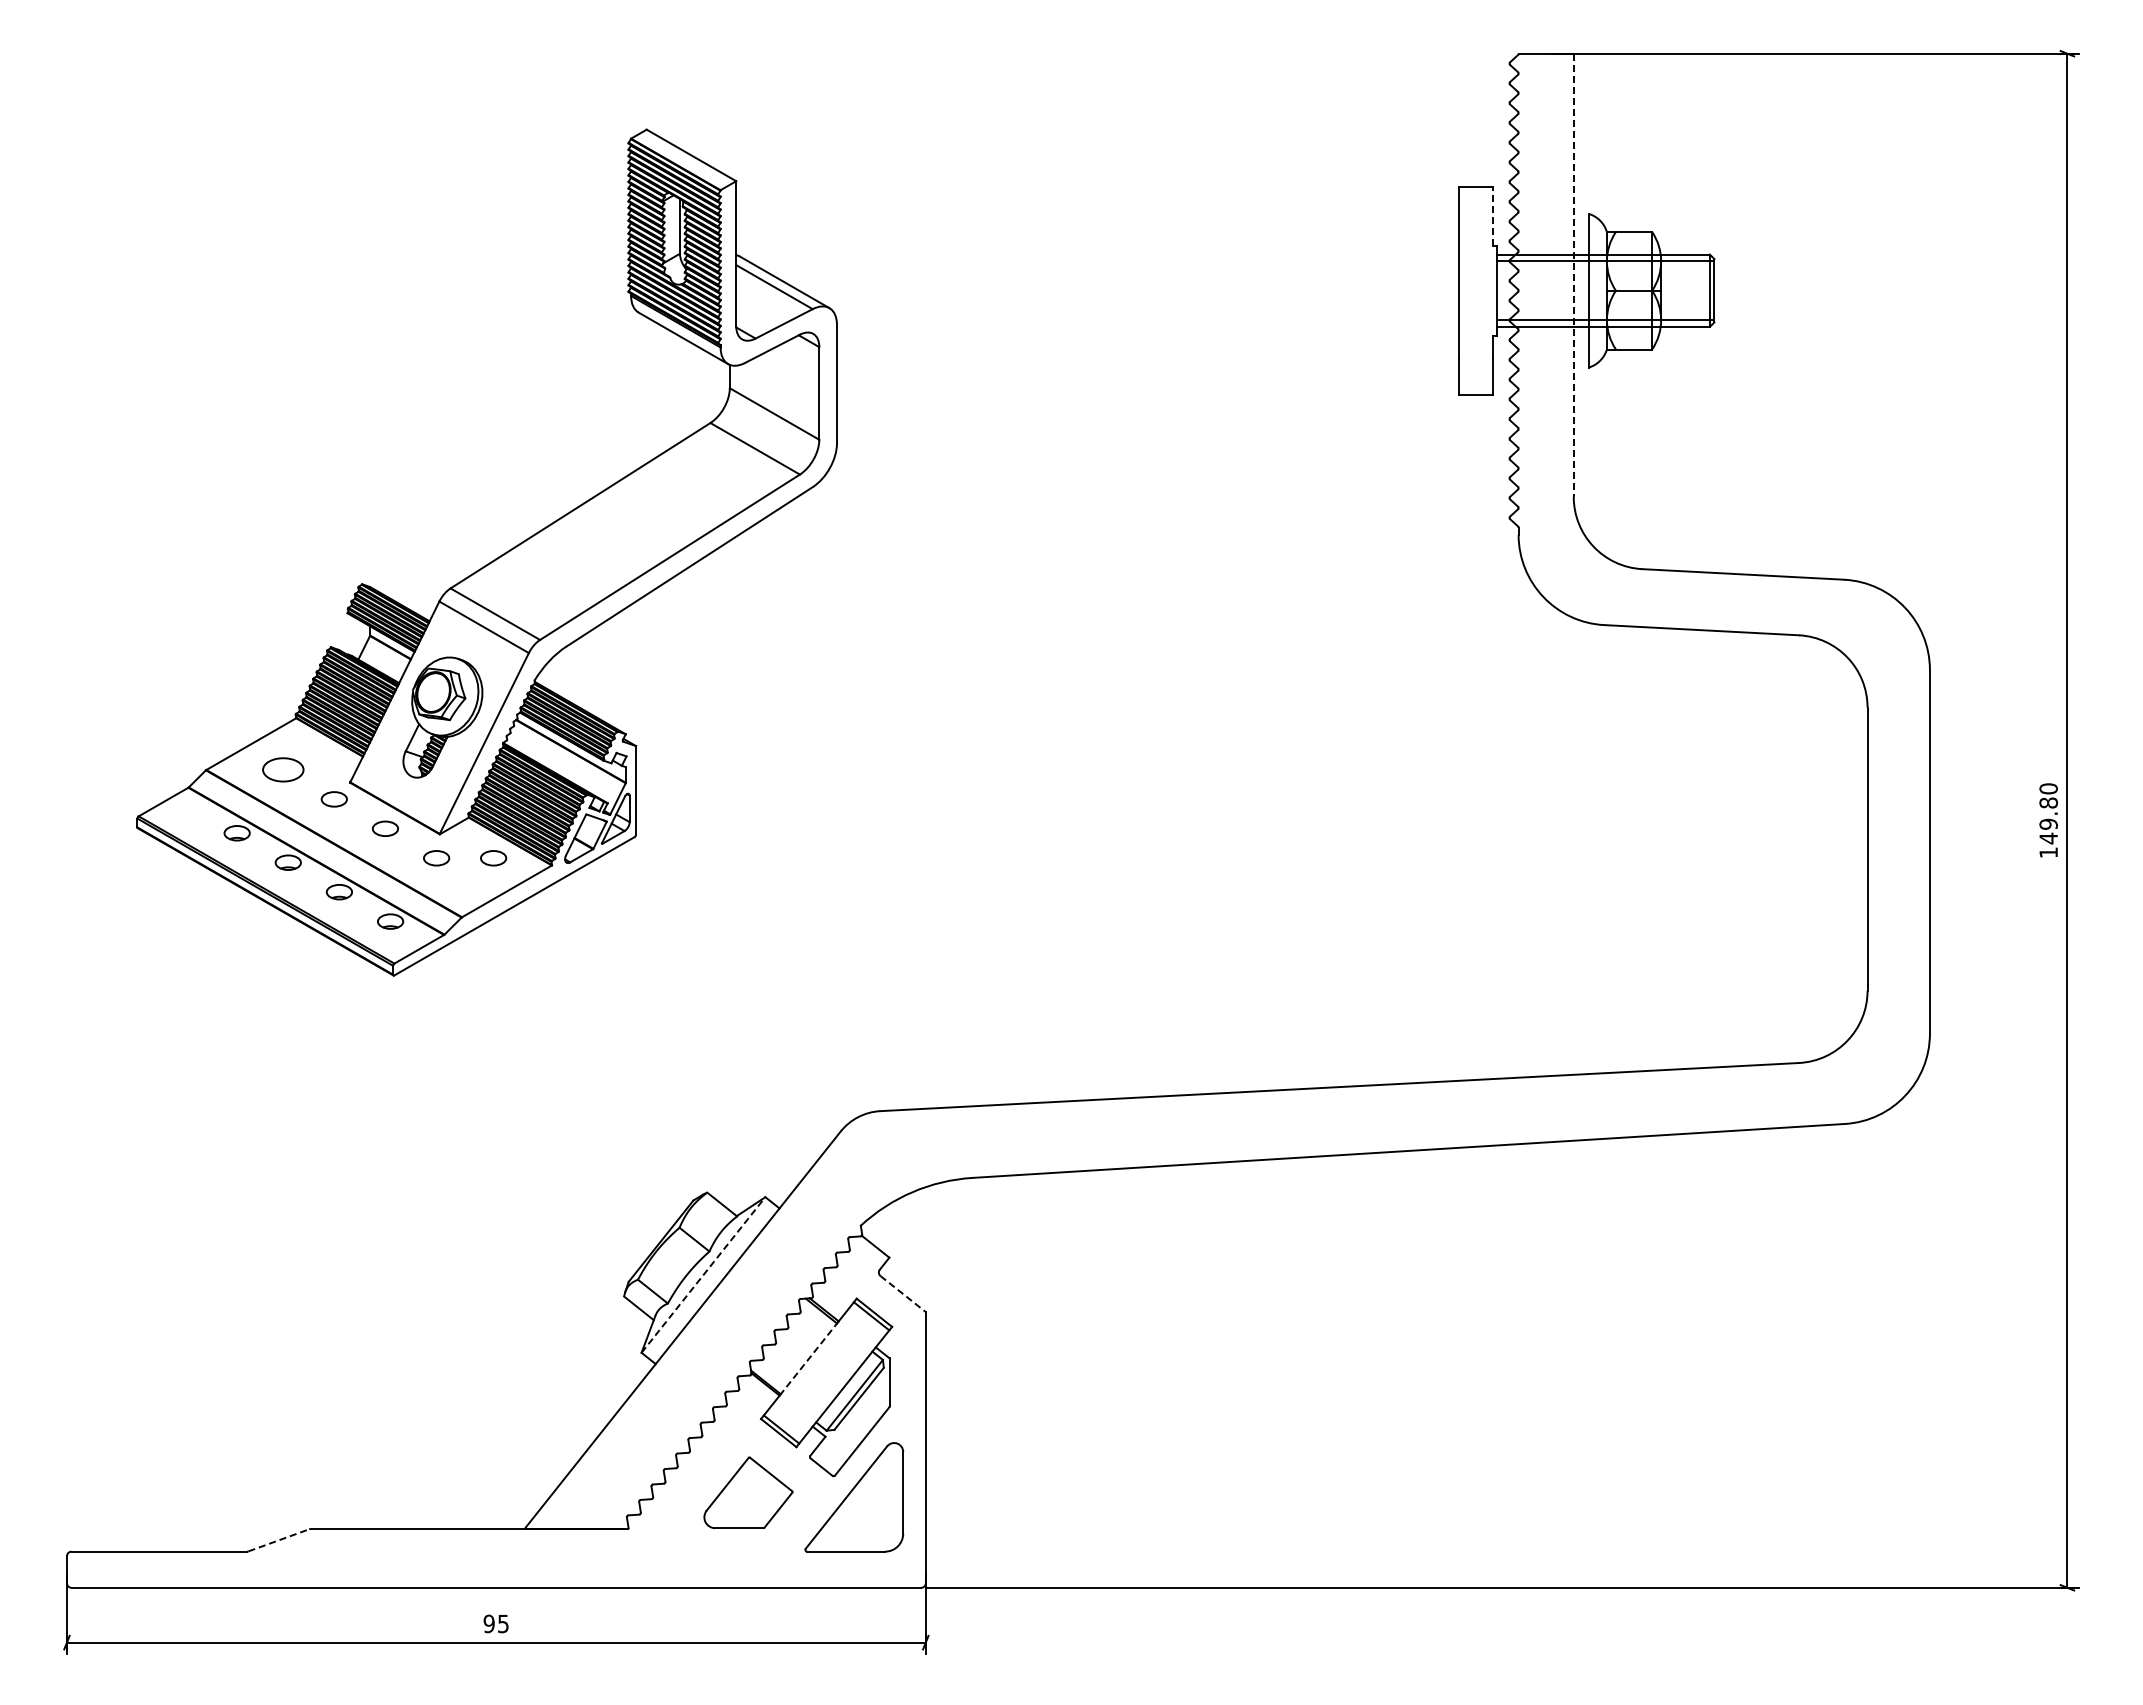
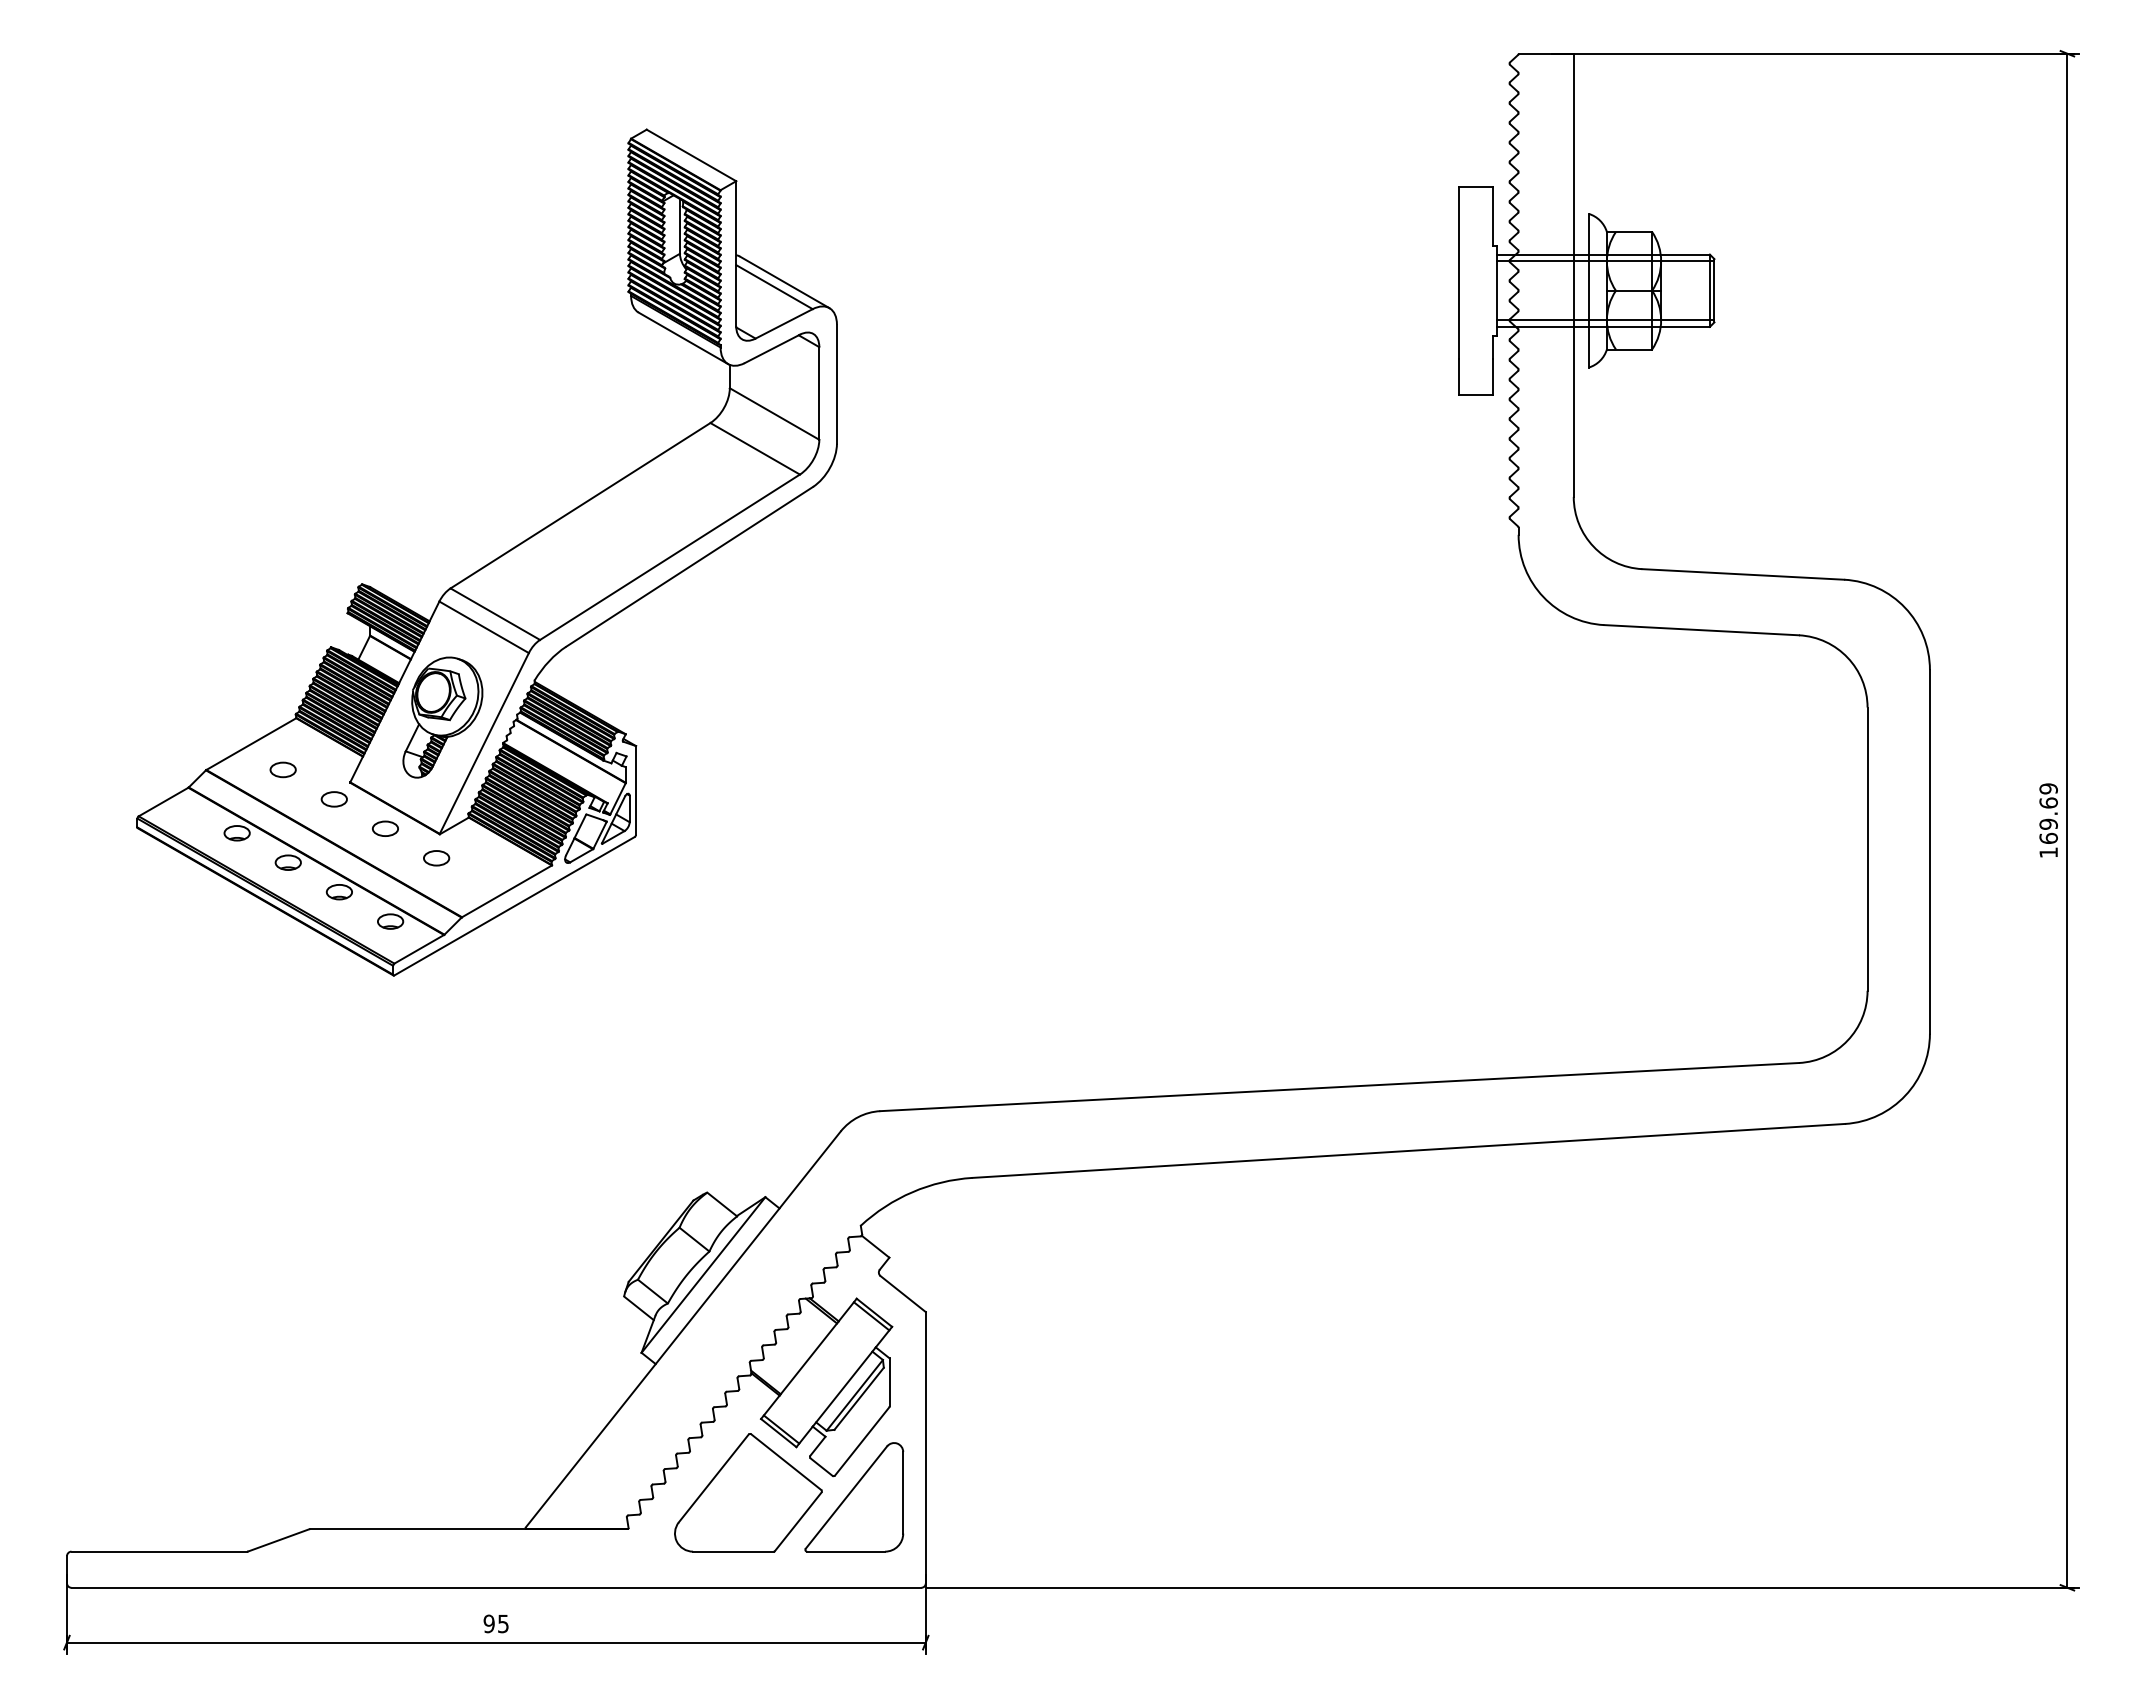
line at (1492, 215): dashed -> solid
line at (1573, 275): dashed -> solid
part at (283, 769) size: 43x26 px -> 28x18 px
text at (2048, 813): 149.80 -> 169.69
part at (493, 858): present -> none
line at (703, 1274): dashed -> solid
line at (903, 1294): dashed -> solid
line at (809, 1358): dashed -> solid
part at (748, 1492) size: 91x73 px -> 149x120 px
line at (279, 1540): dashed -> solid
